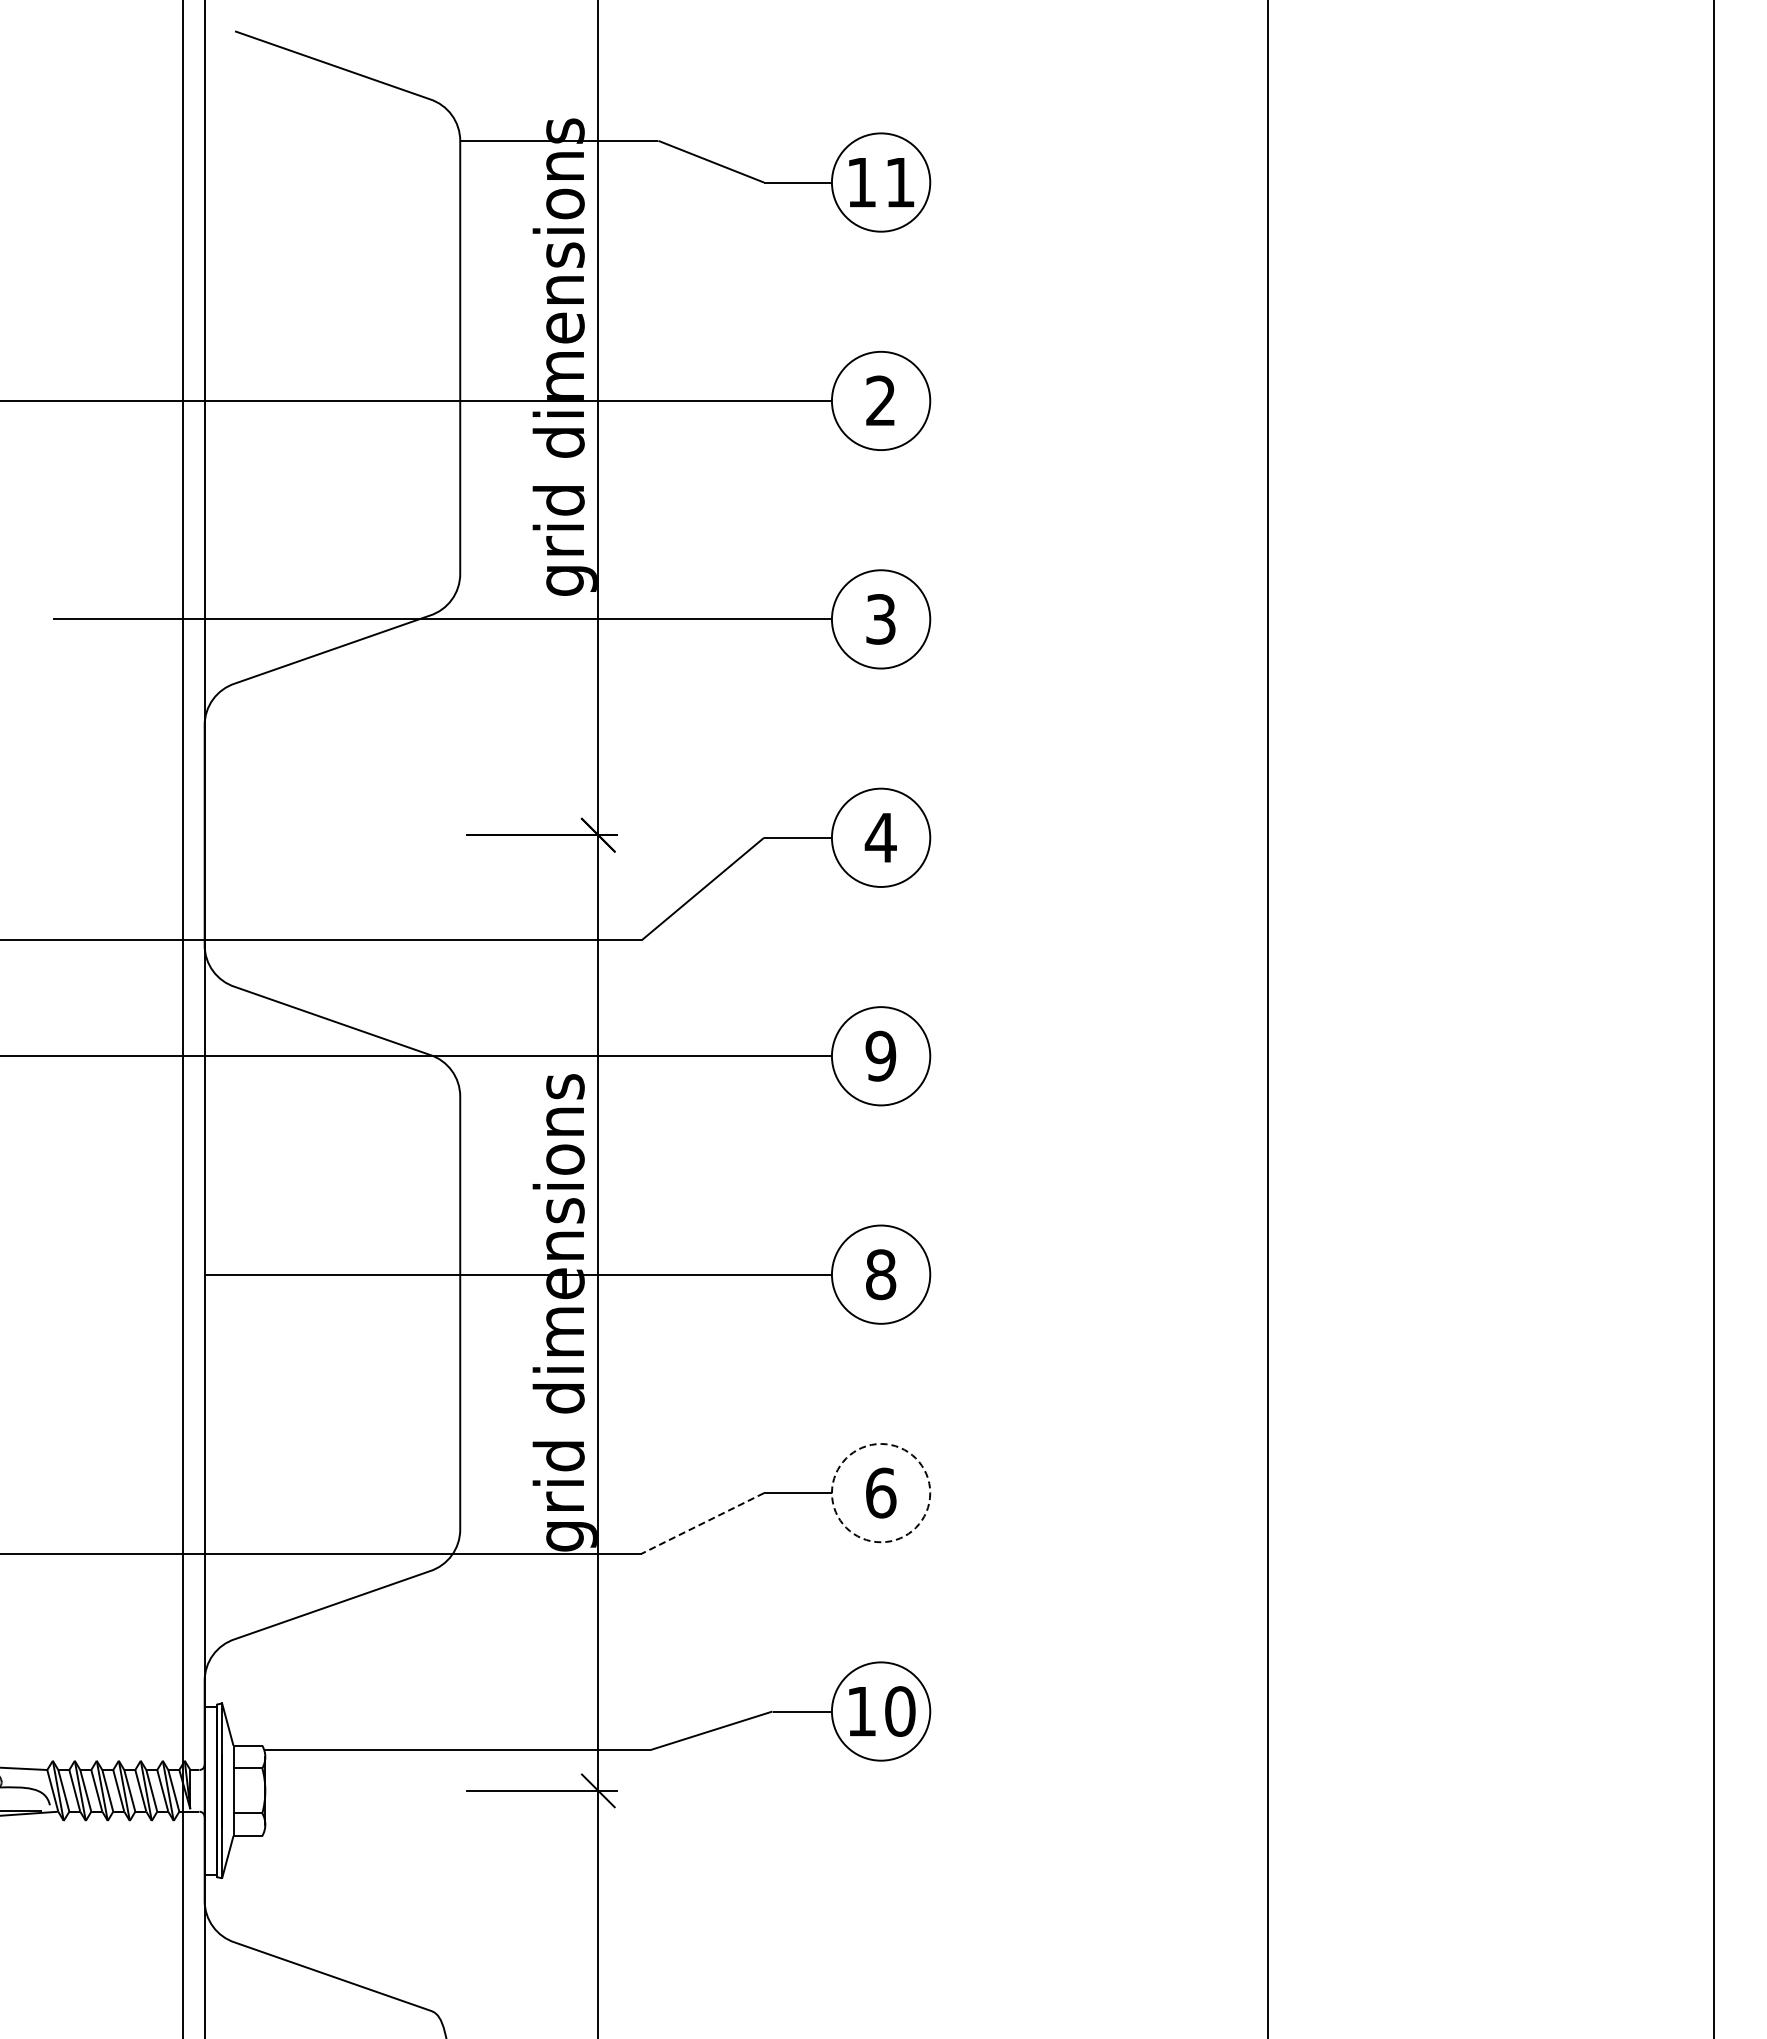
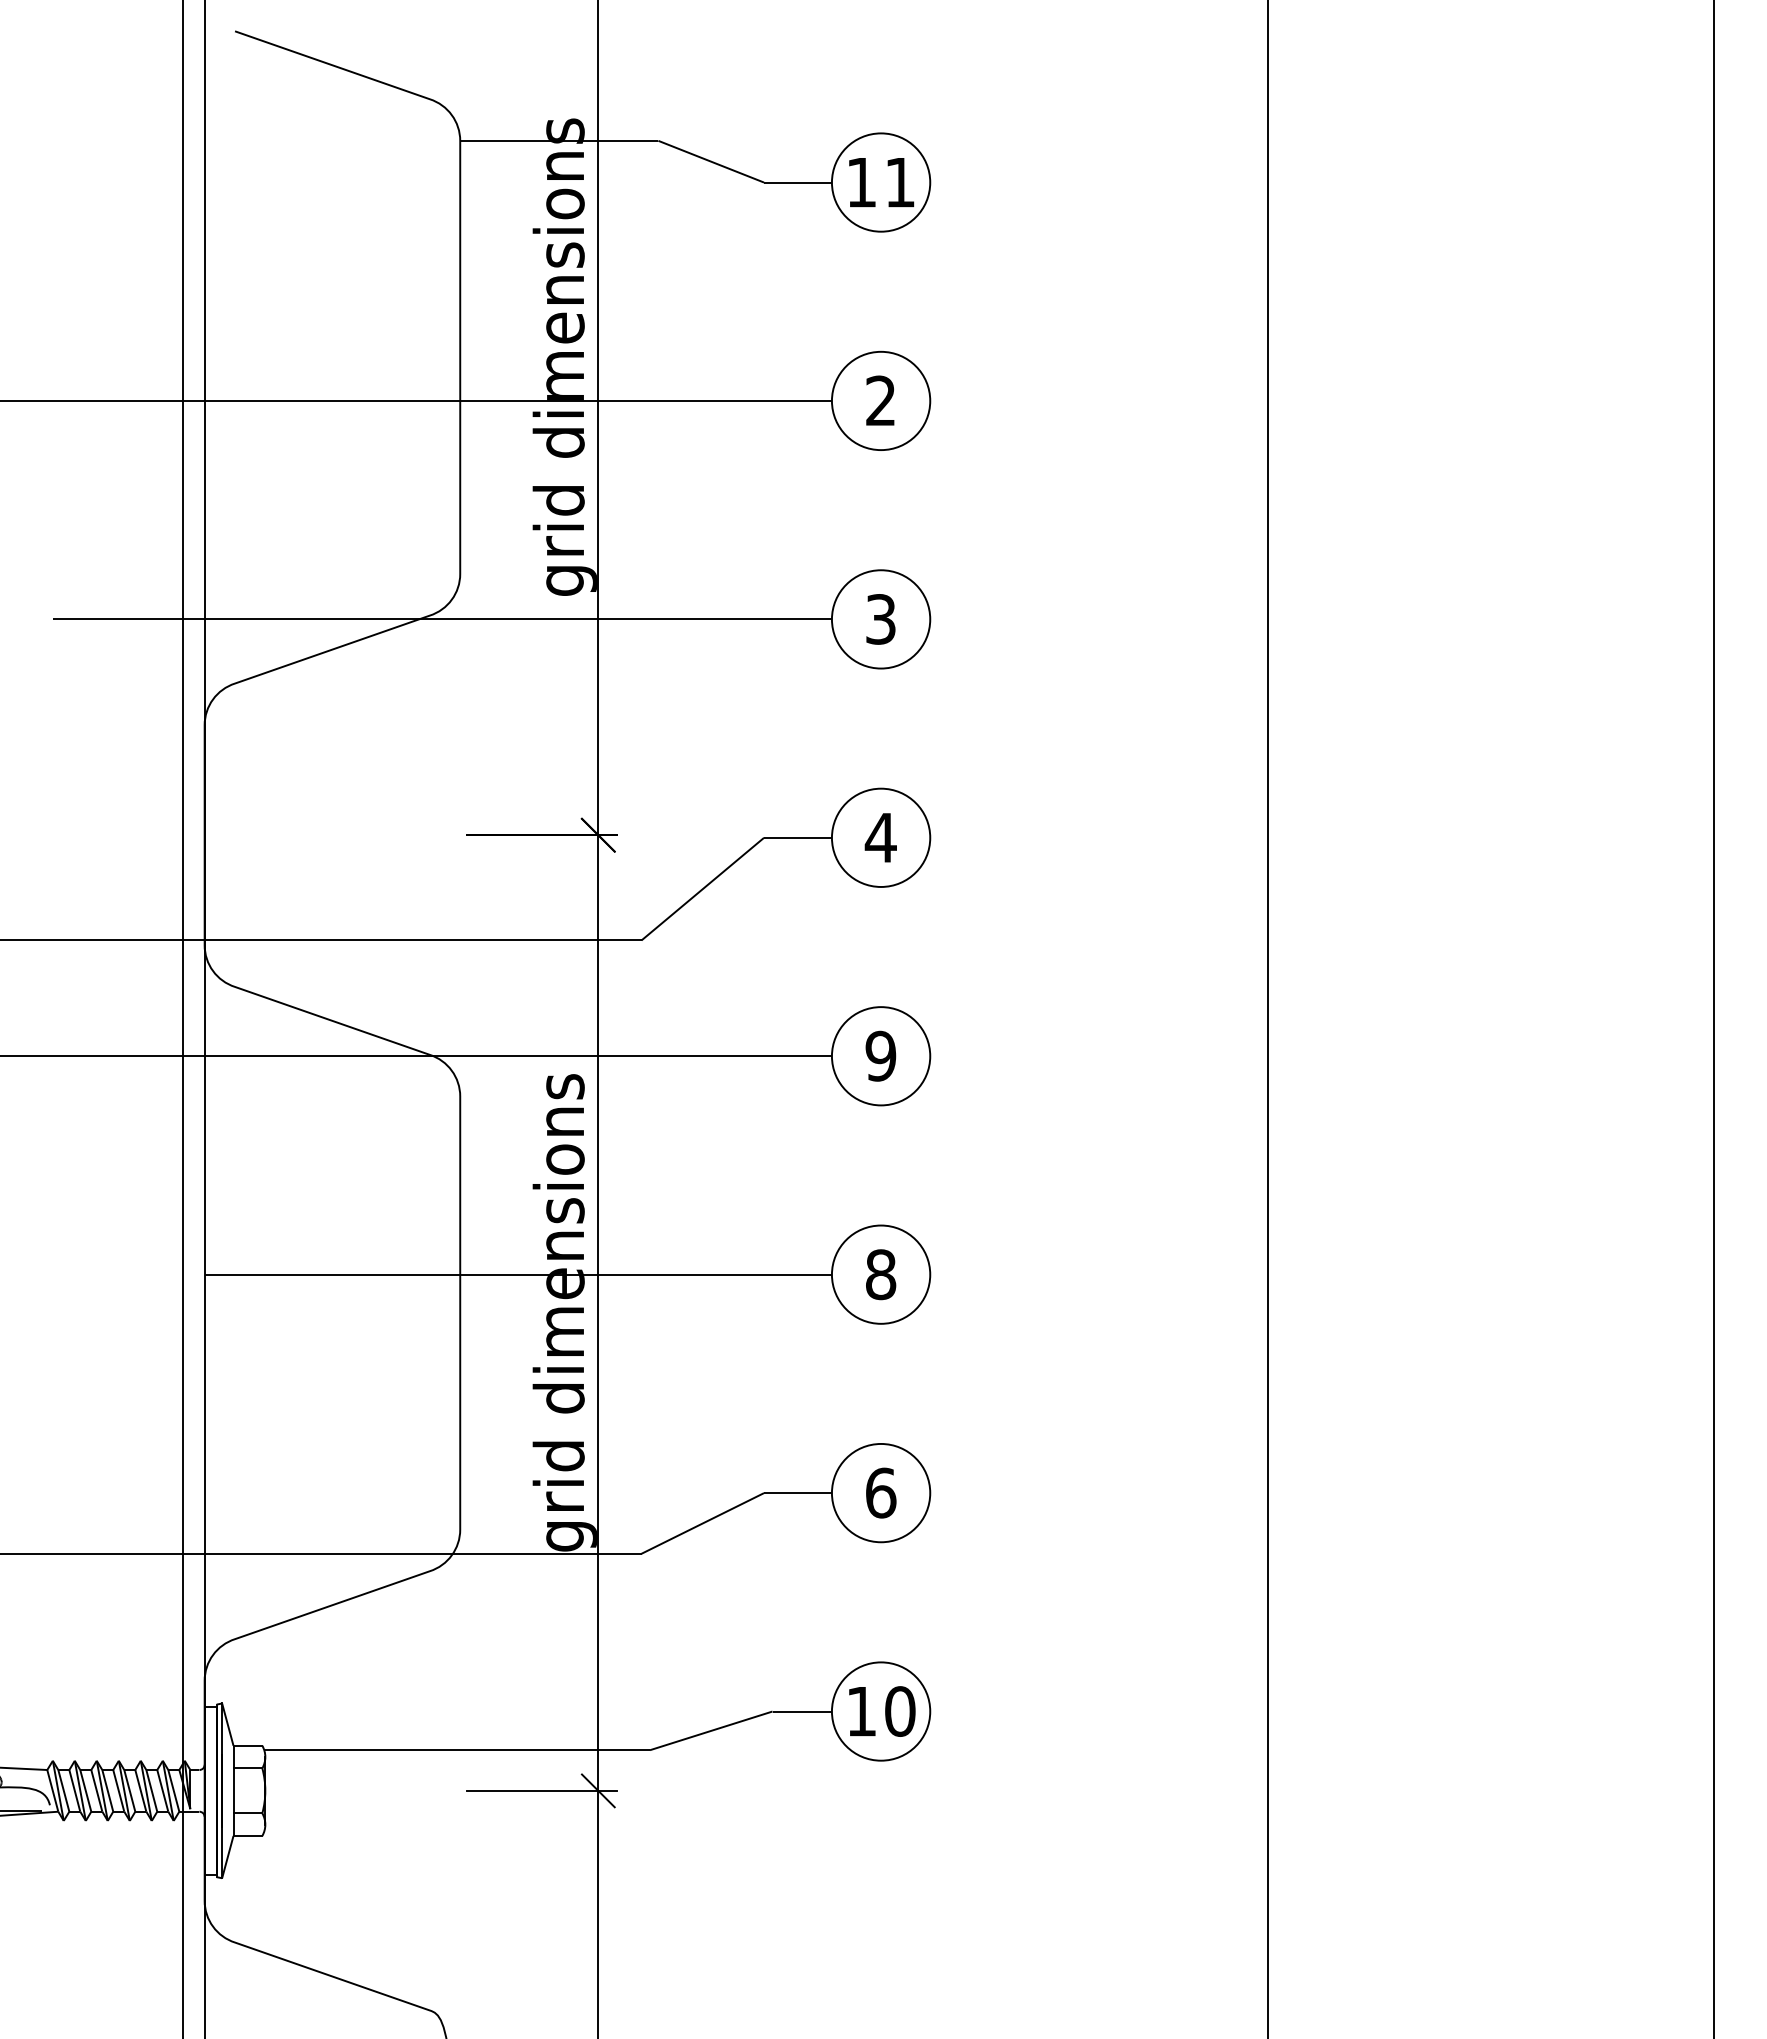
circle at (880, 1492): dashed -> solid
line at (702, 1523): dashed -> solid
